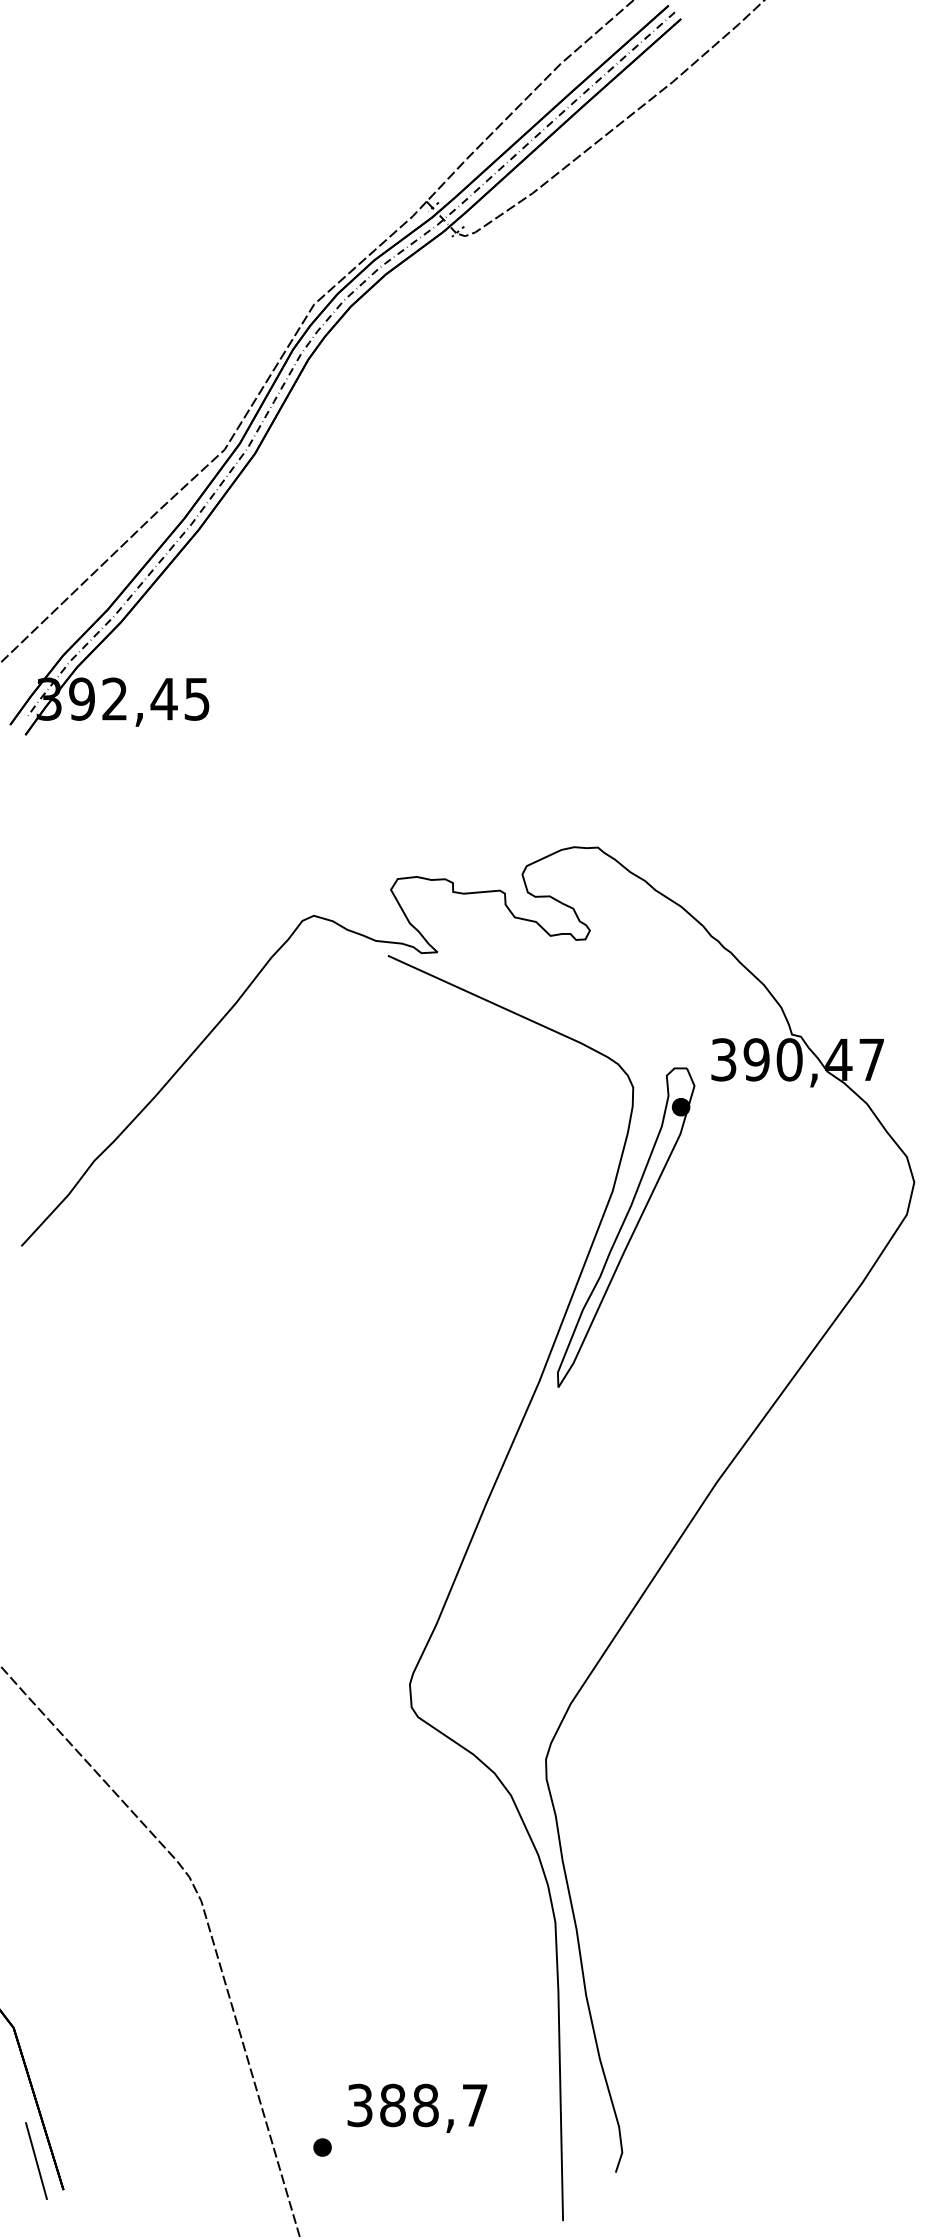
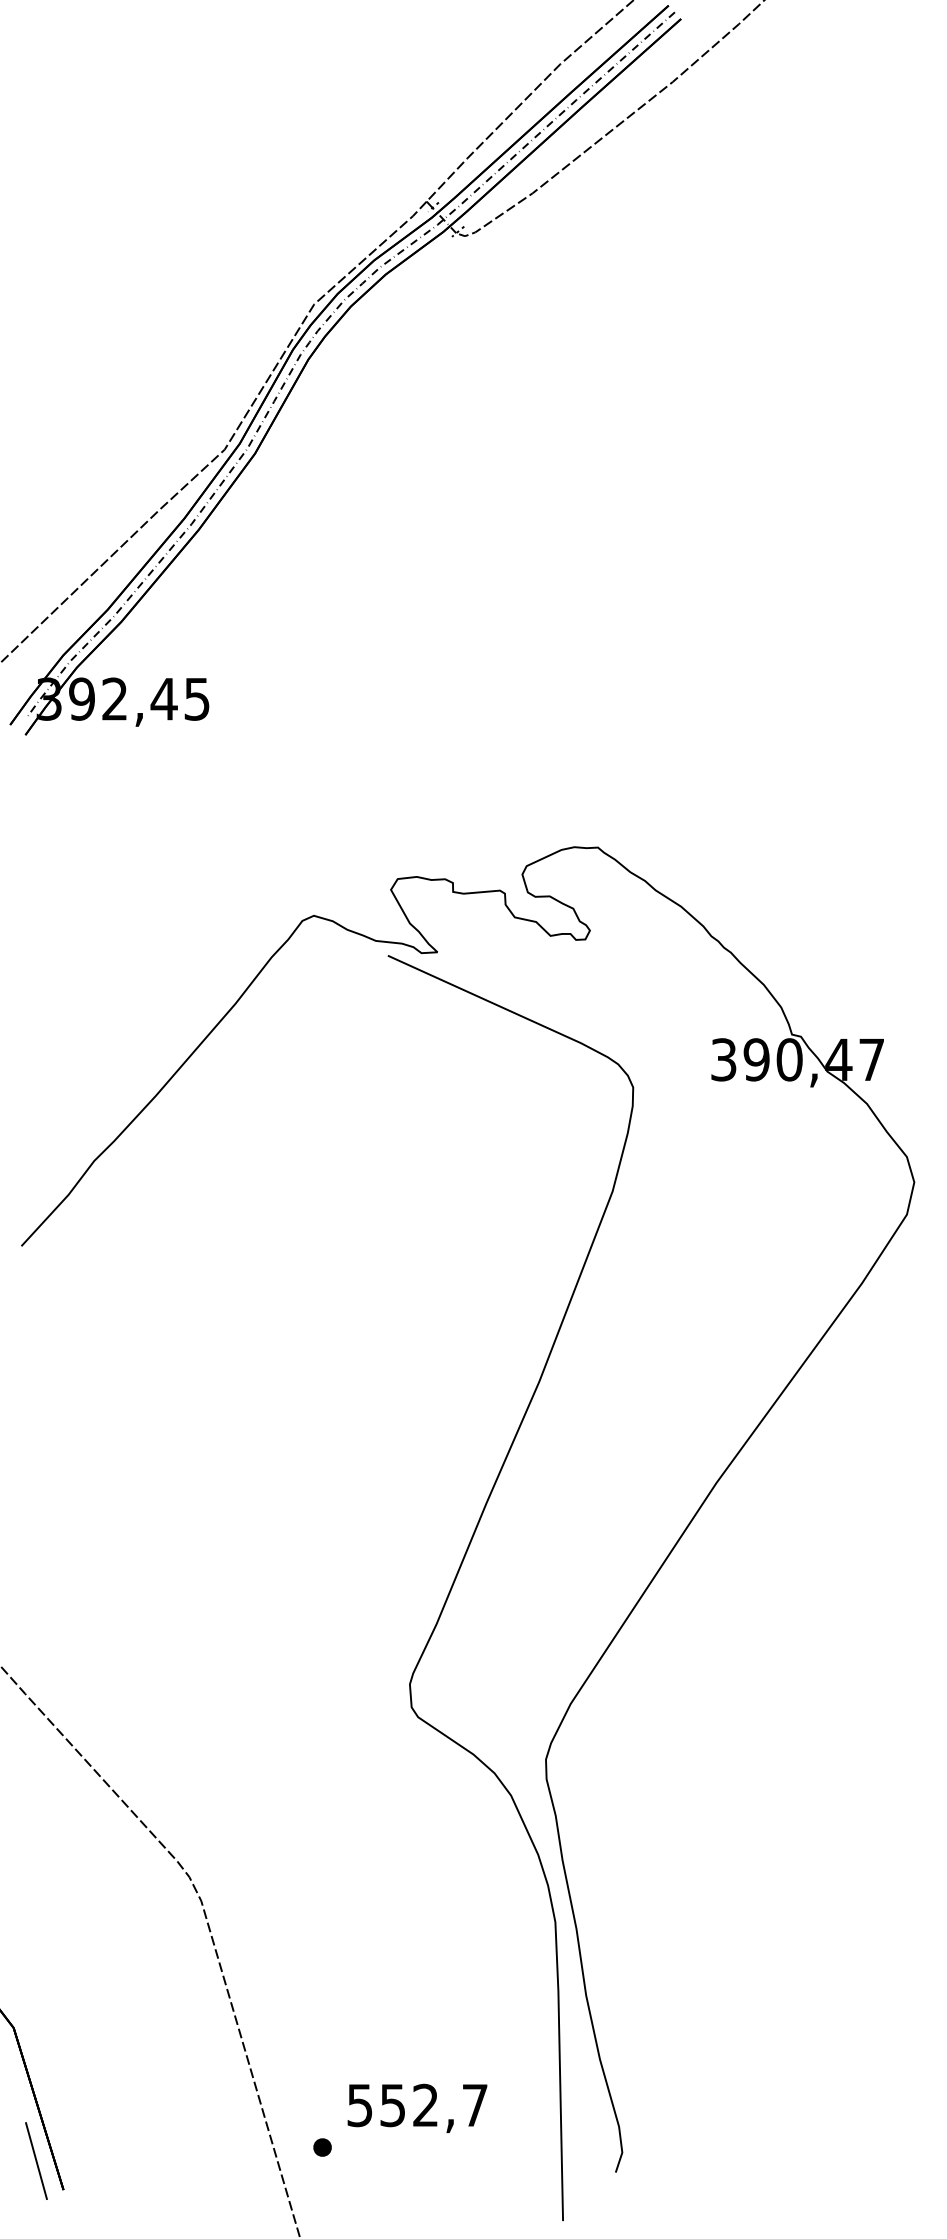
part at (626, 1227): present -> none
text at (393, 2105): 388,7 -> 552,7
